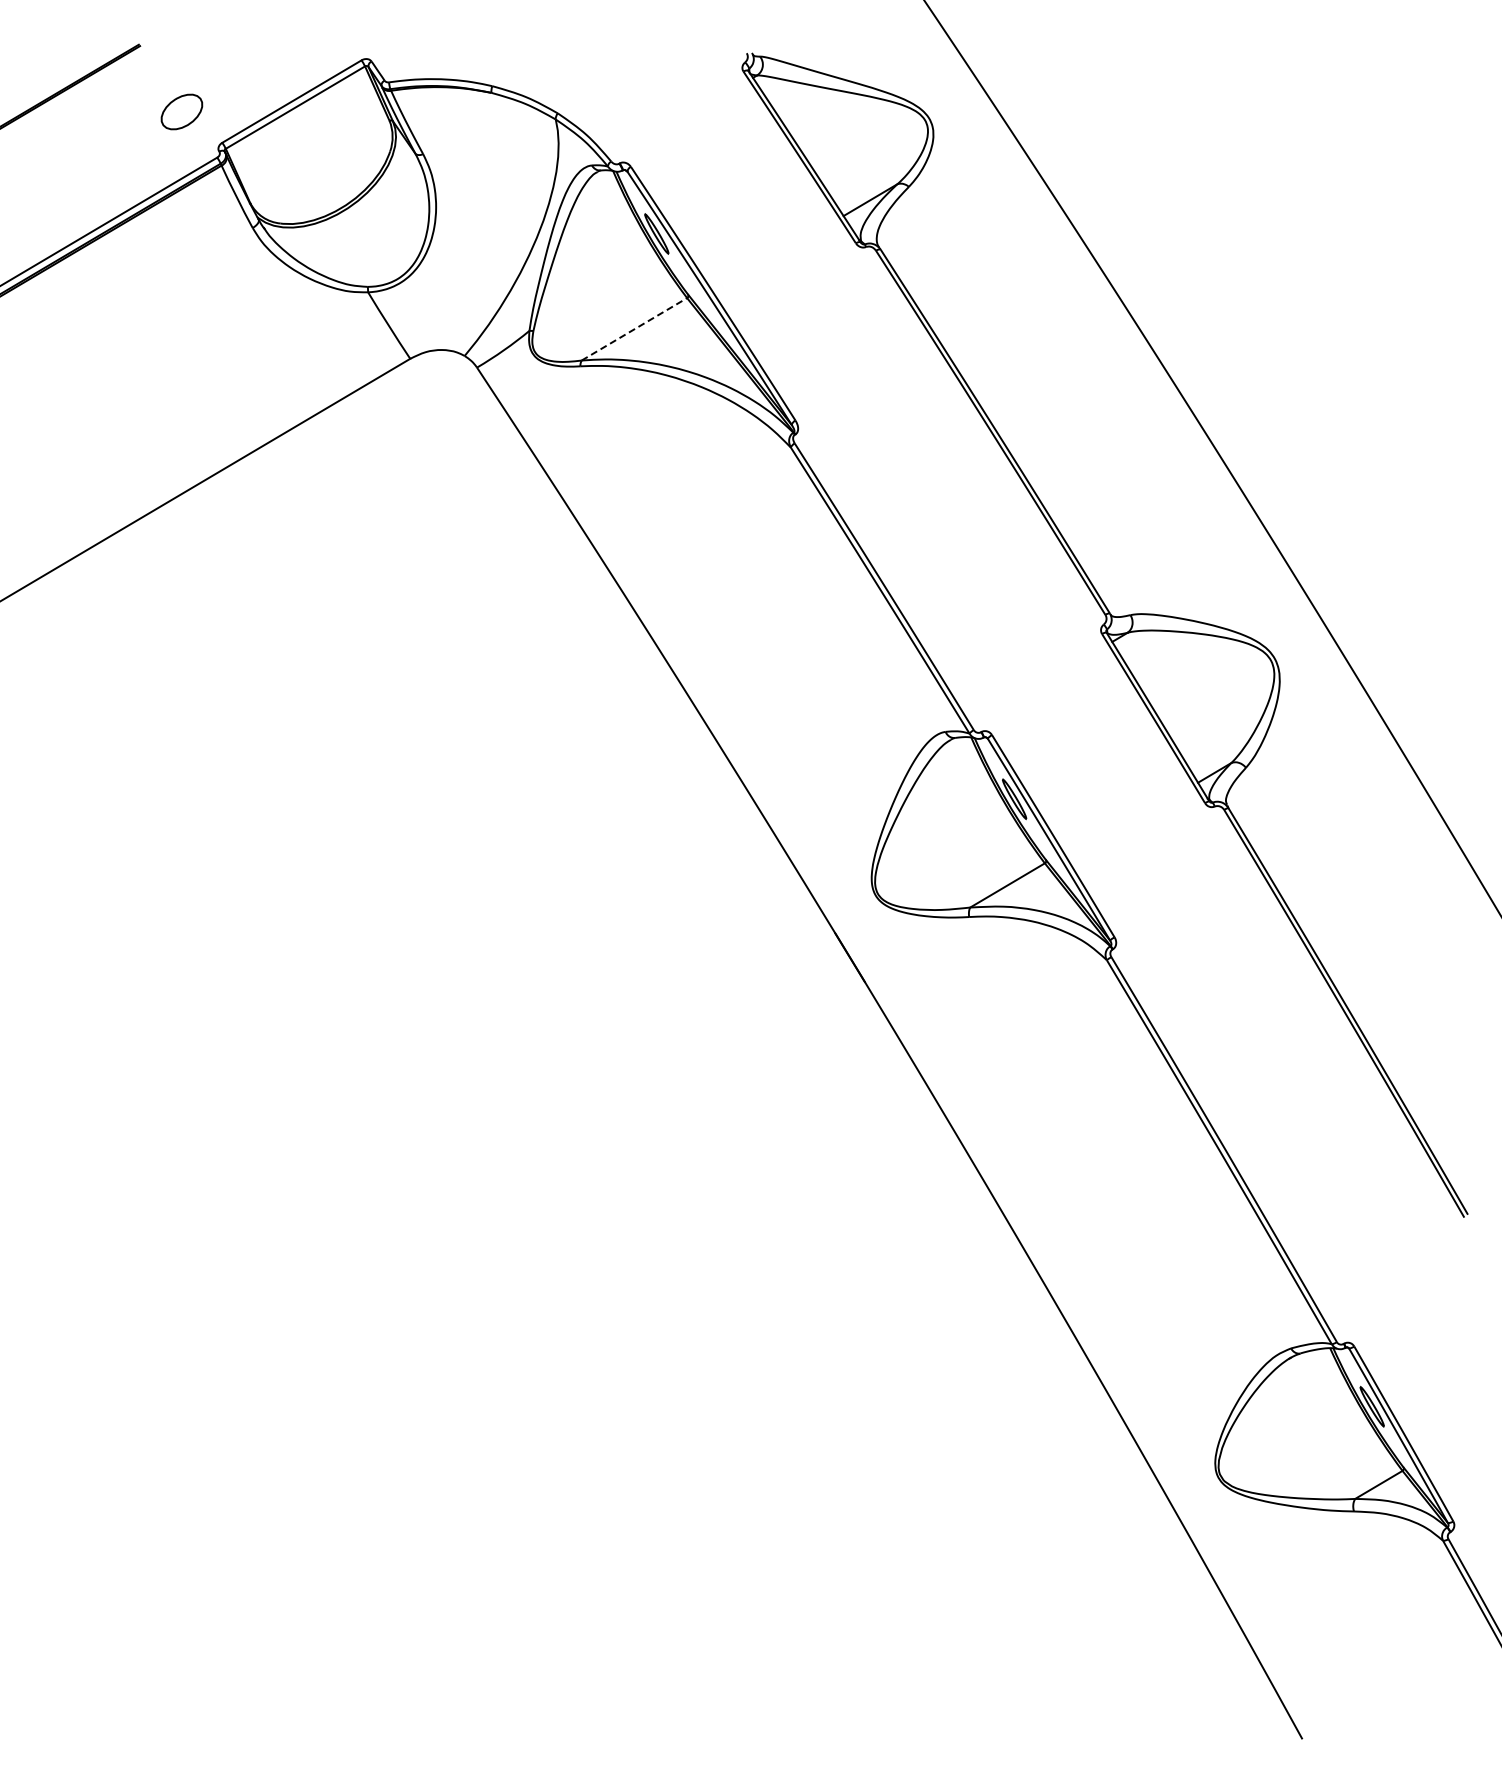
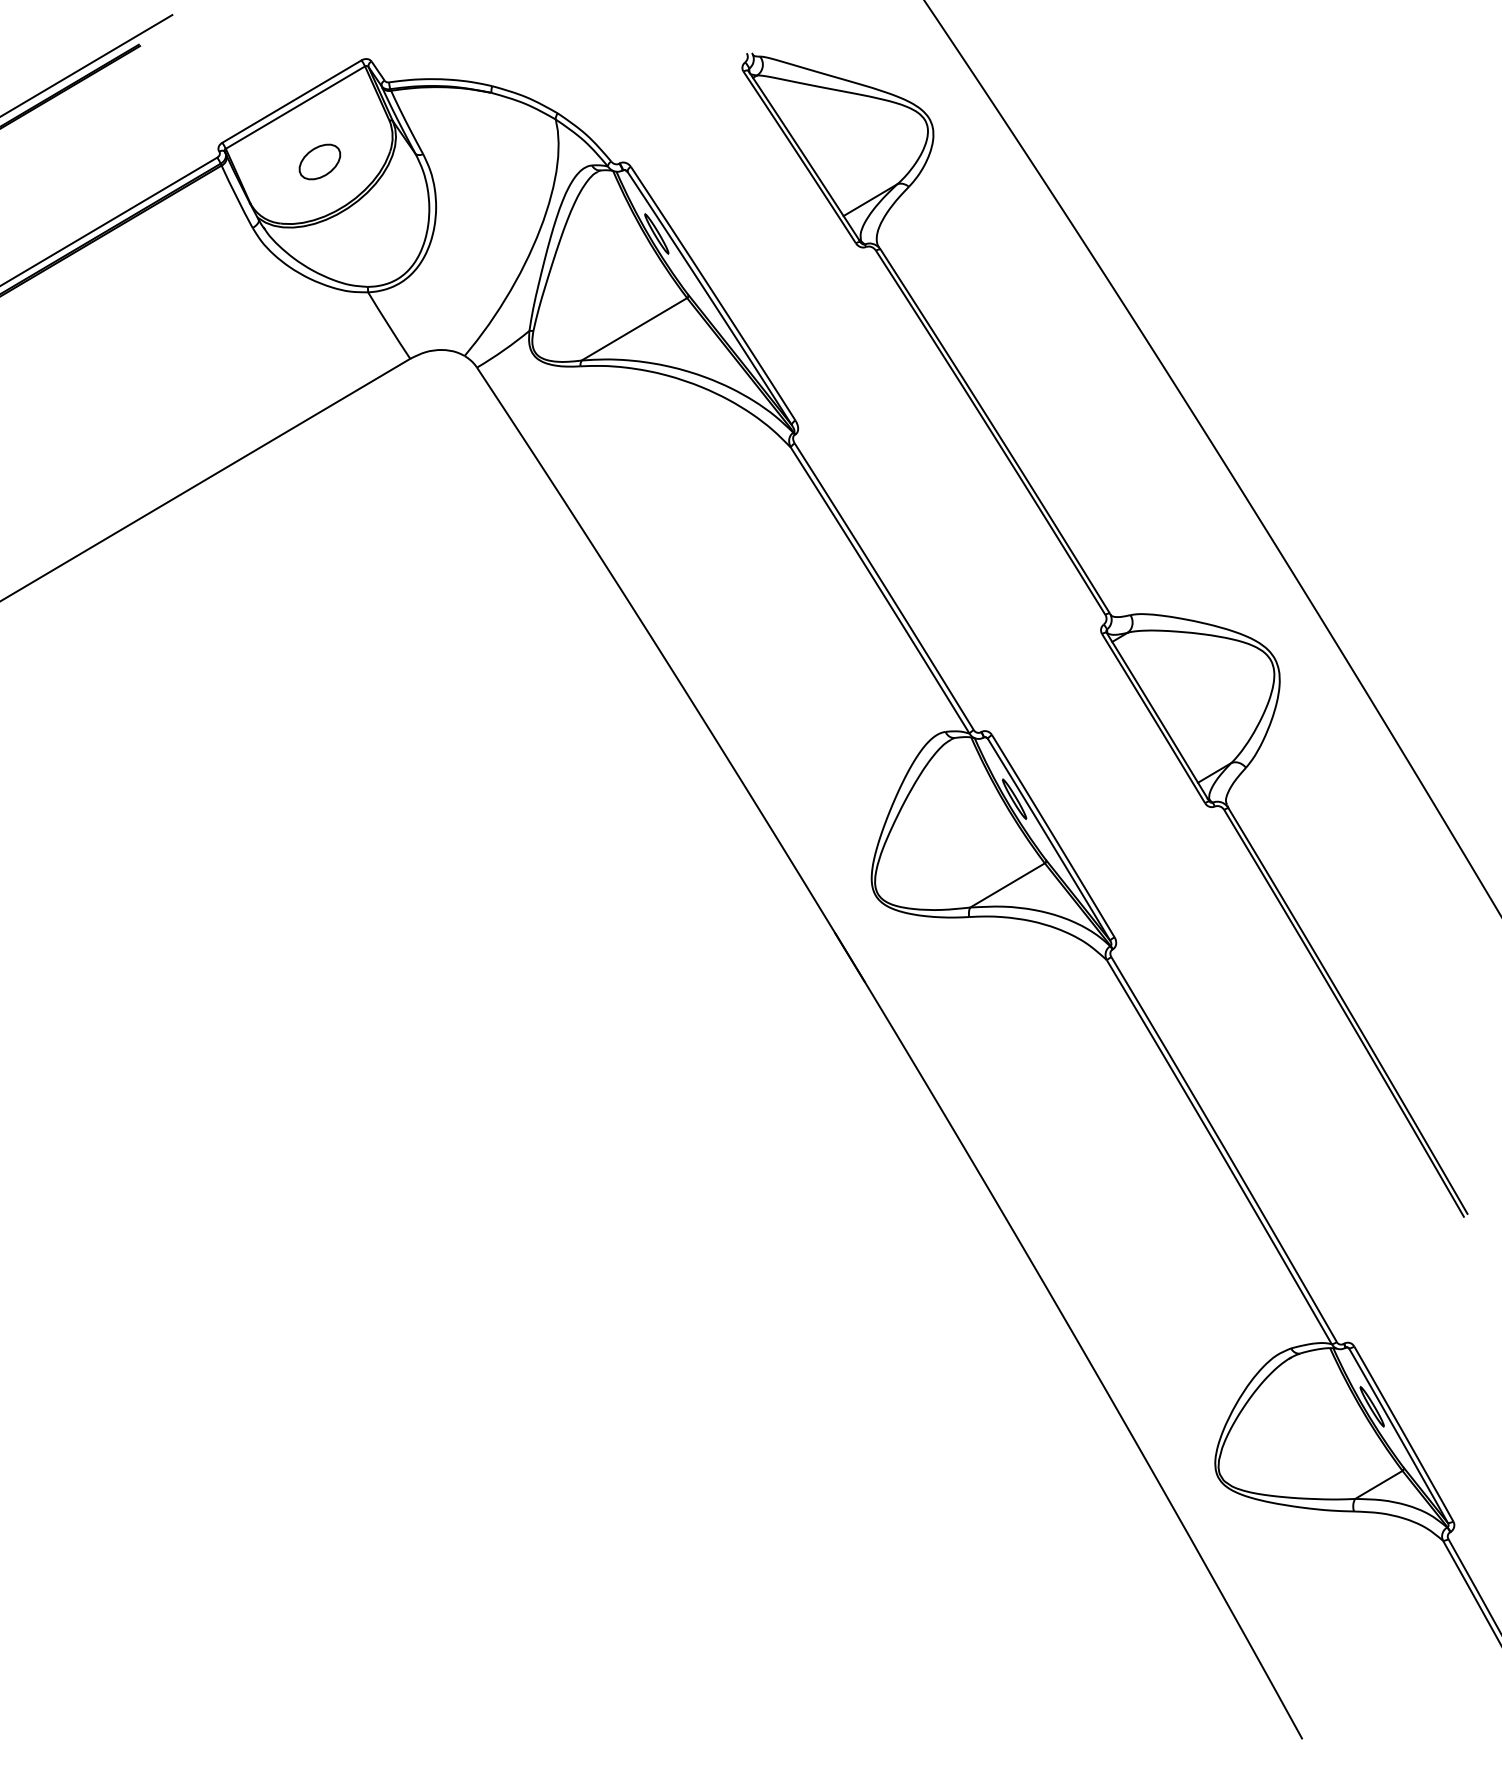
line at (87, 65): none -> present
part at (181, 111) position: (181, 111) -> (319, 161)
line at (634, 329): dashed -> solid
